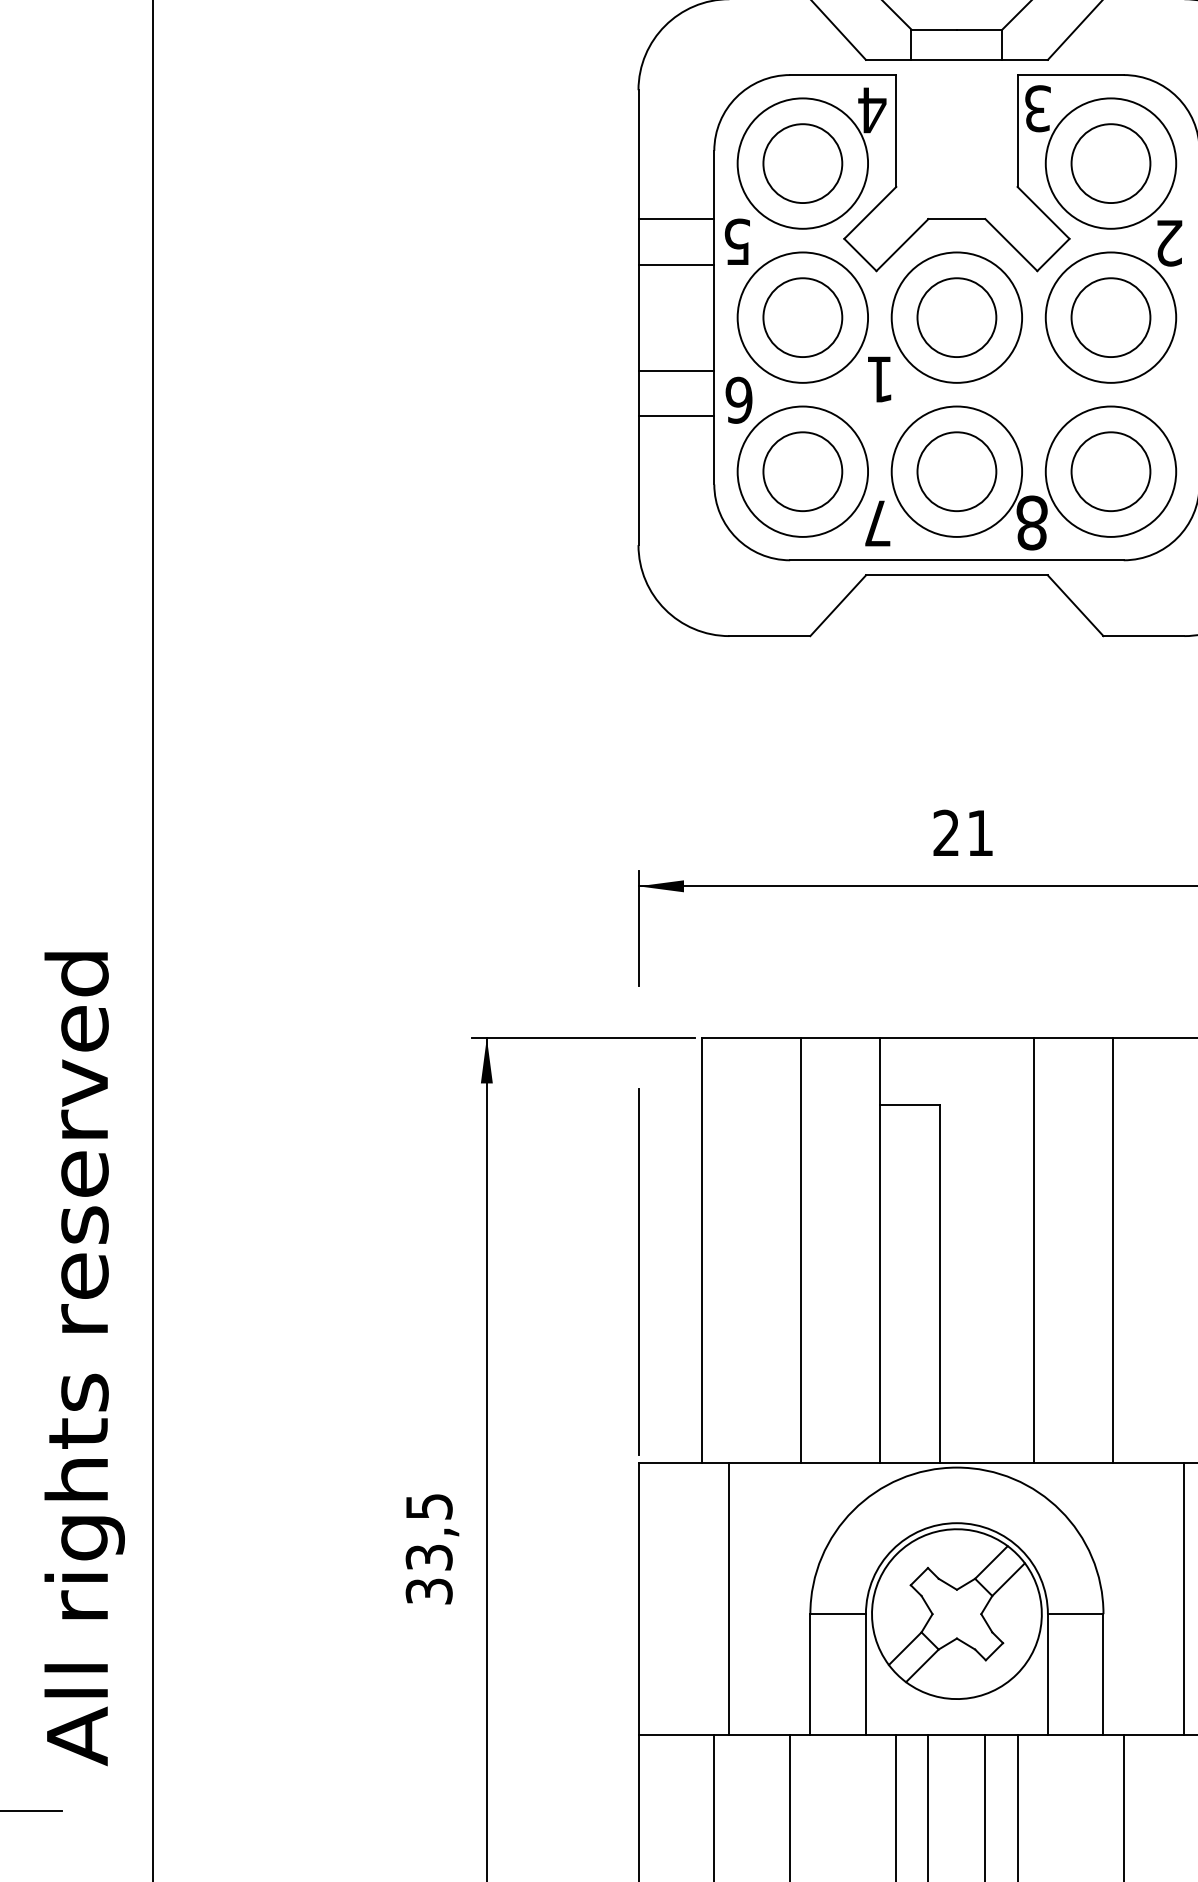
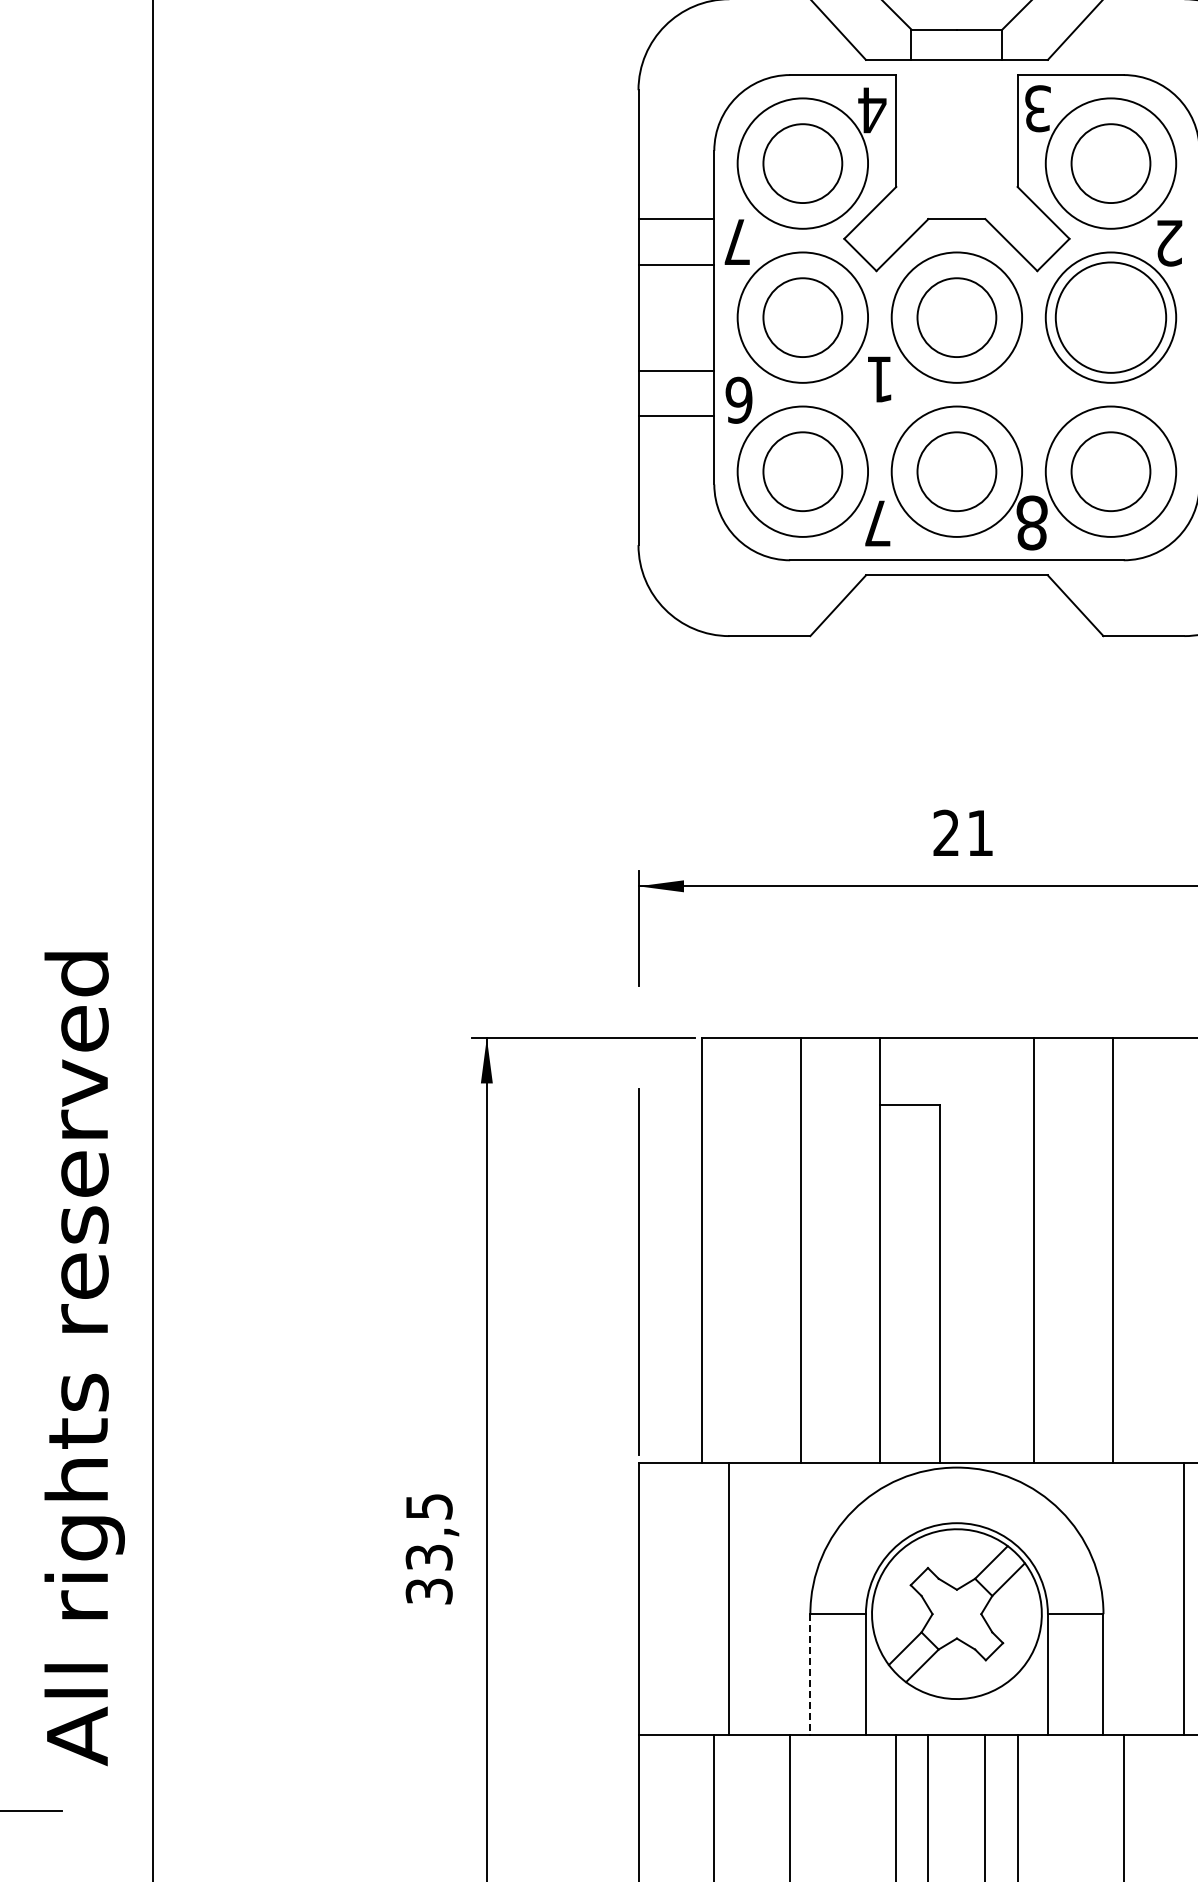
text at (736, 241): 5 -> 7
circle at (1110, 317) diameter: 79 px -> 110 px
line at (810, 1674): solid -> dashed
